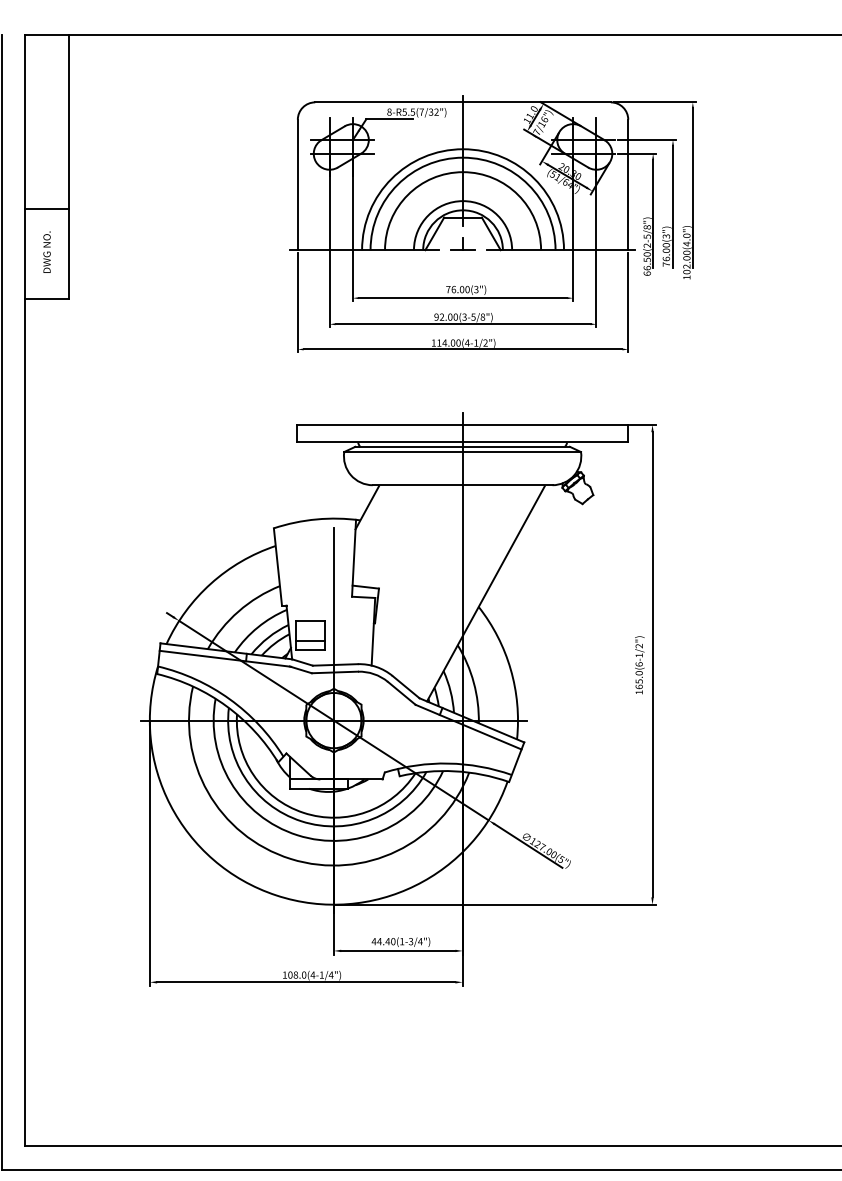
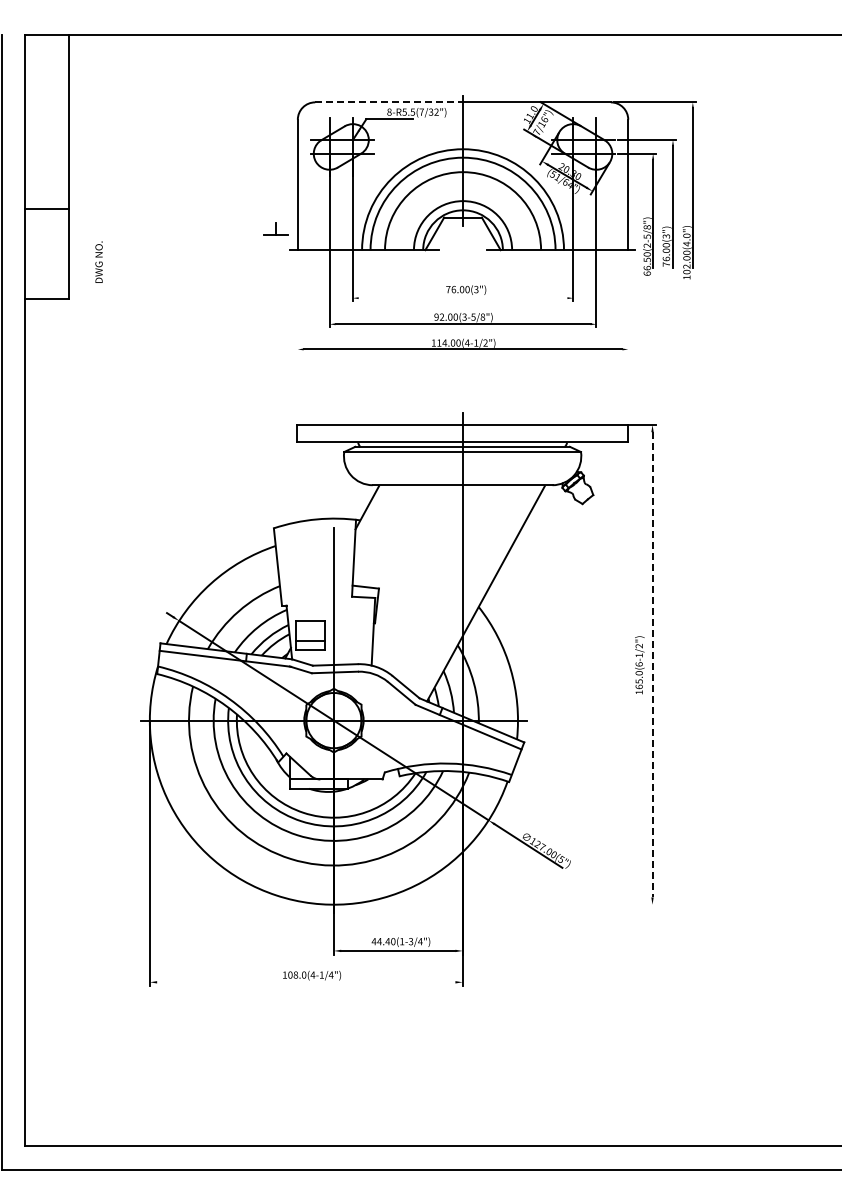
line at (389, 102): solid -> dashed
part at (462, 243) position: (462, 243) -> (275, 228)
text at (46, 251) position: (46, 251) -> (98, 261)
line at (462, 298): present -> none
line at (297, 302): present -> none
line at (628, 302): present -> none
line at (652, 664): solid -> dashed
line at (495, 904): present -> none
line at (306, 982): present -> none
